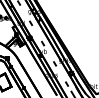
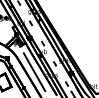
line at (34, 72): none -> present
